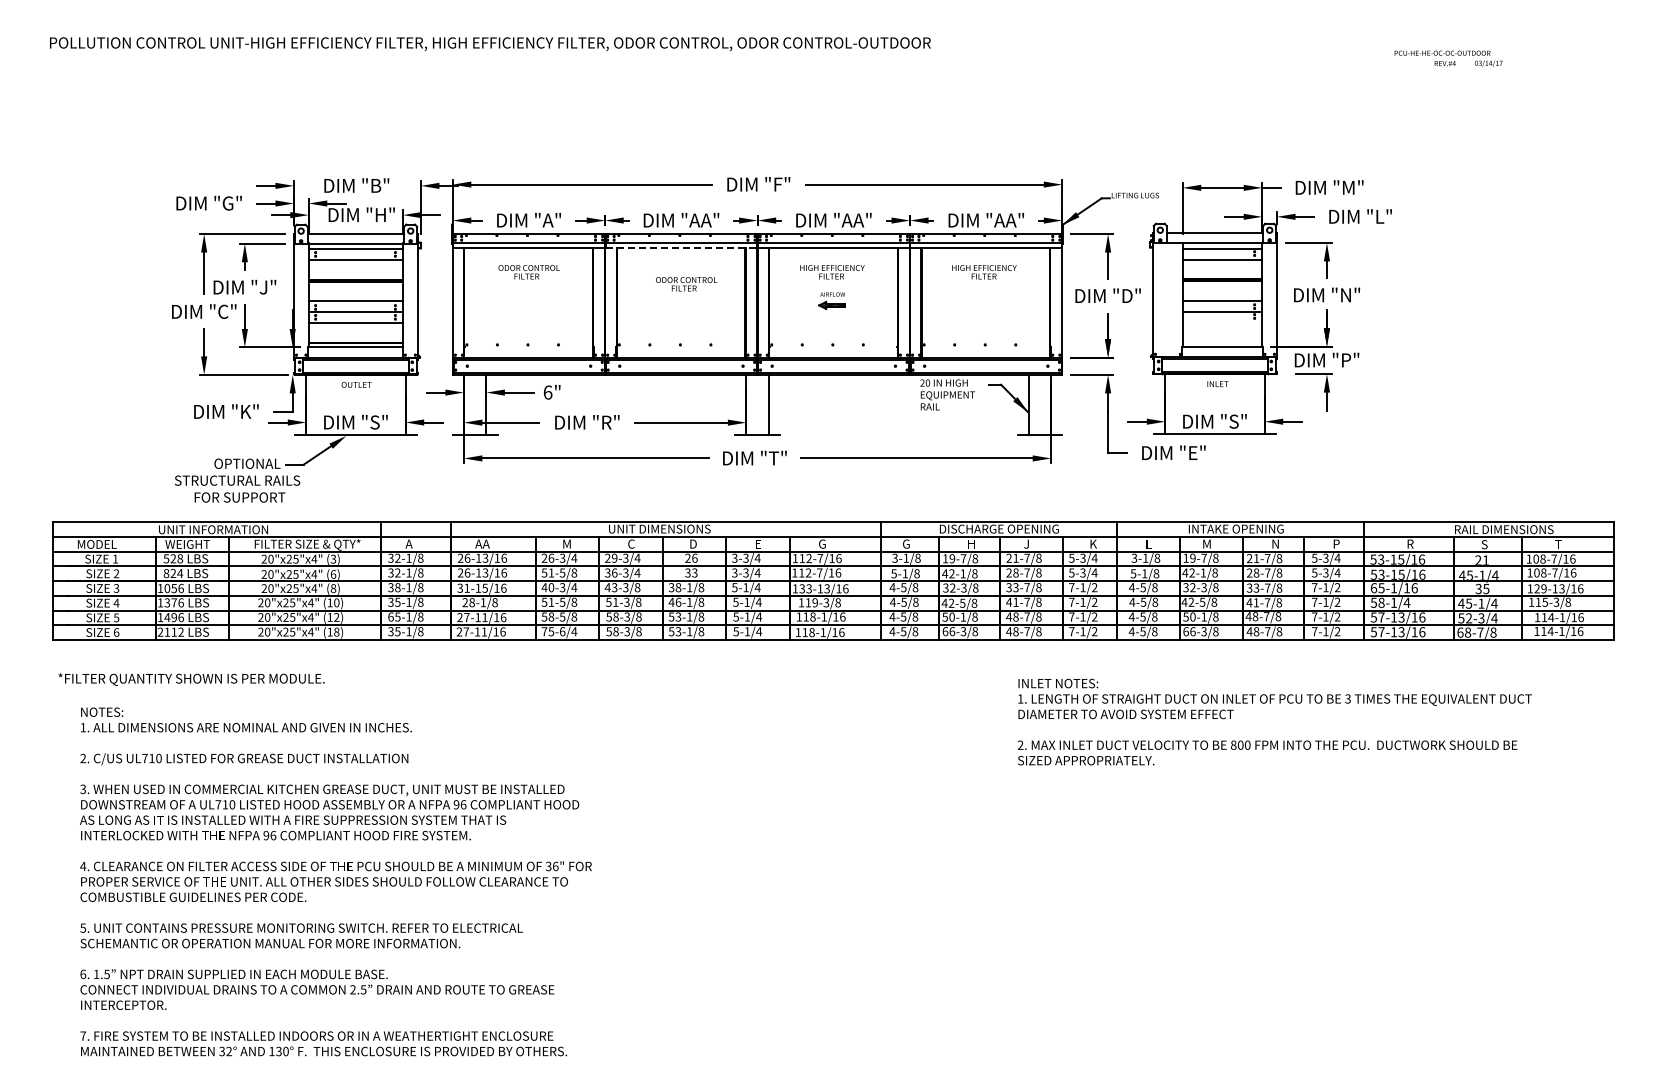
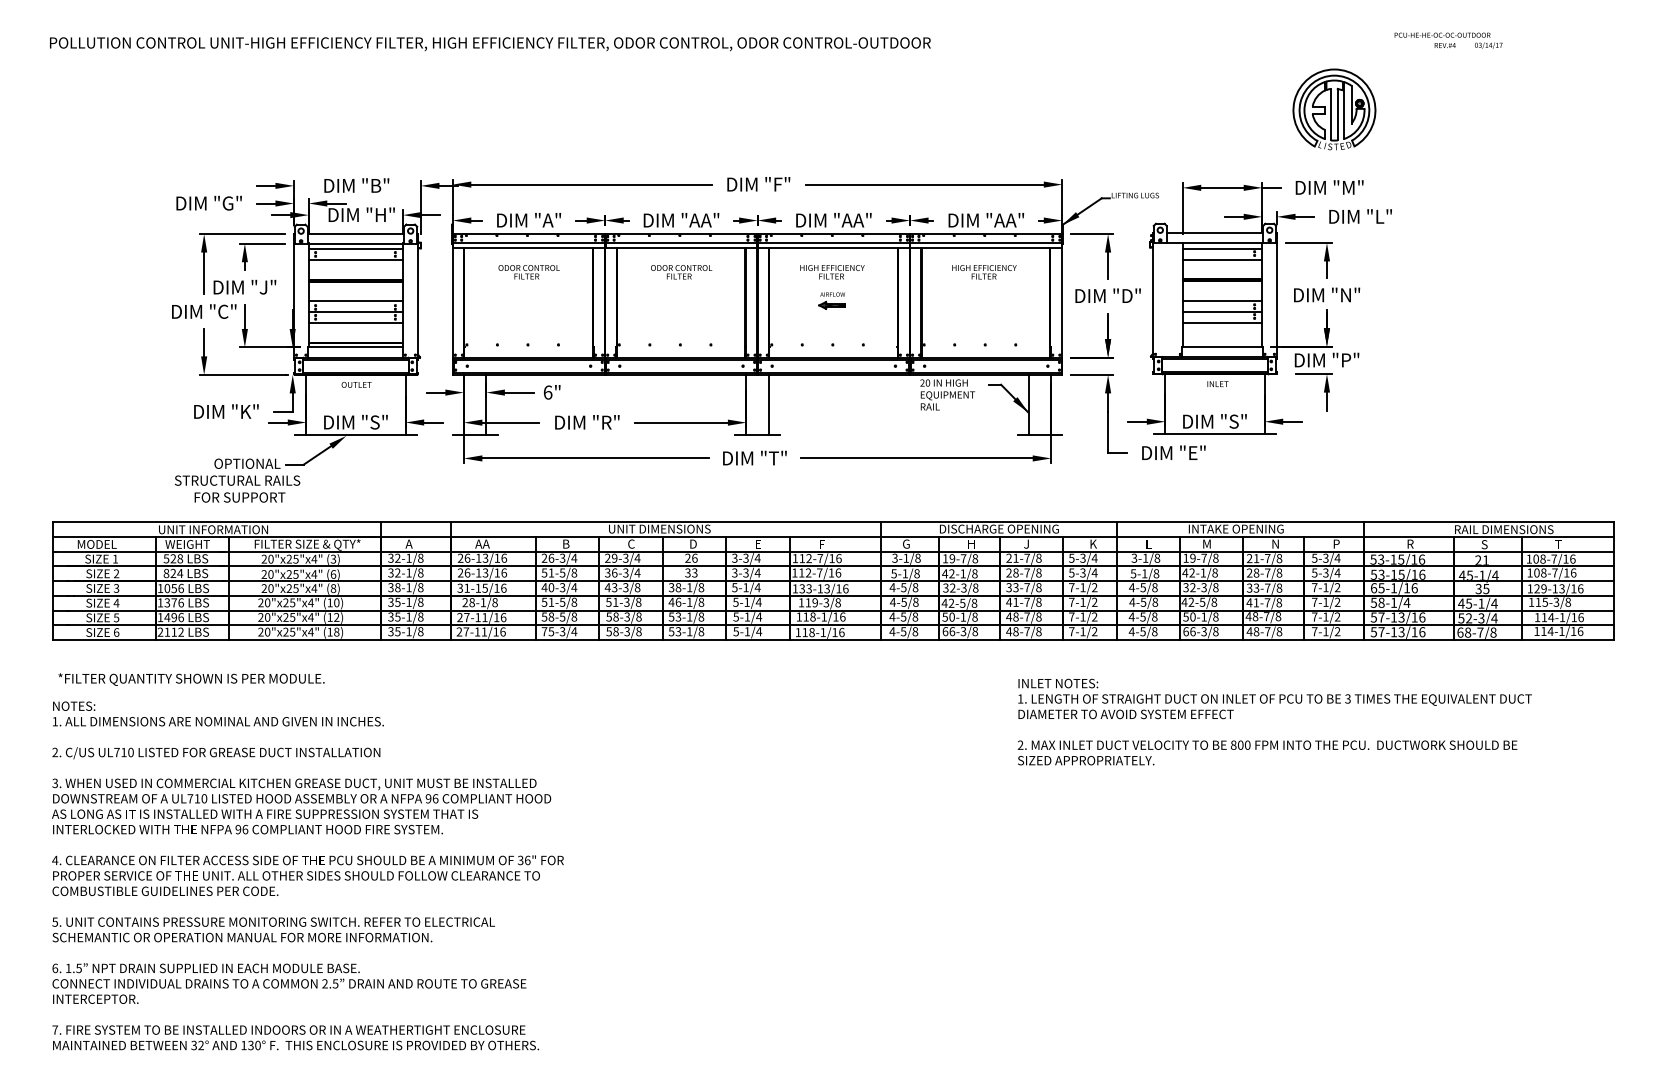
text at (1448, 58) position: (1448, 58) -> (1448, 40)
part at (1334, 109): none -> present
line at (681, 248): dashed -> solid
text at (686, 284) position: (686, 284) -> (681, 272)
line at (1222, 322): none -> present
text at (567, 543): M -> B
text at (822, 543): G -> F
text at (390, 616): 65-1/8 -> 35-1/8
text at (562, 631): 75-6/4 -> 75-3/4
text at (335, 881) position: (335, 881) -> (307, 875)
